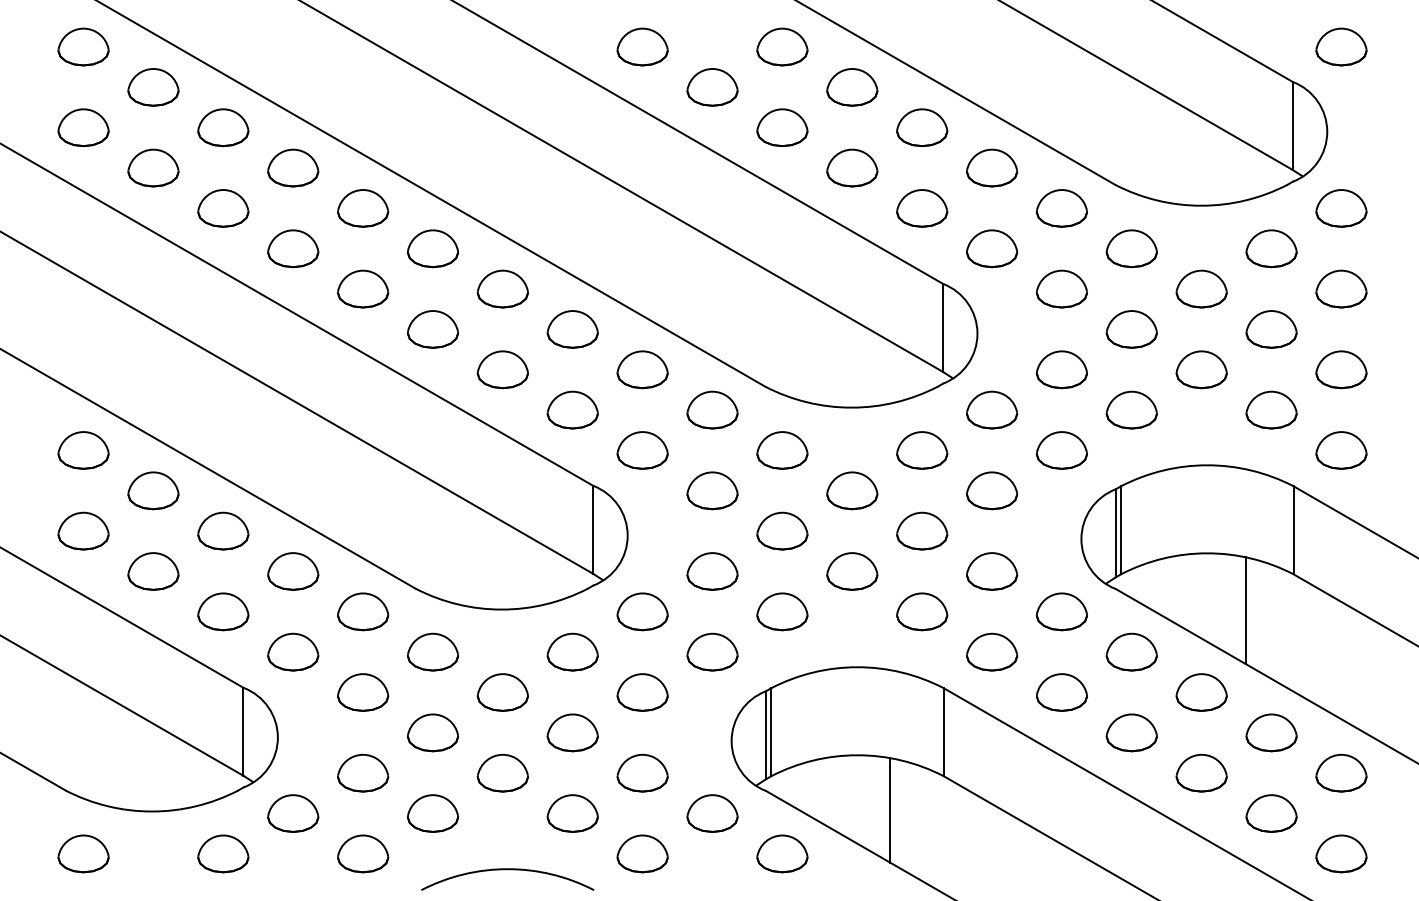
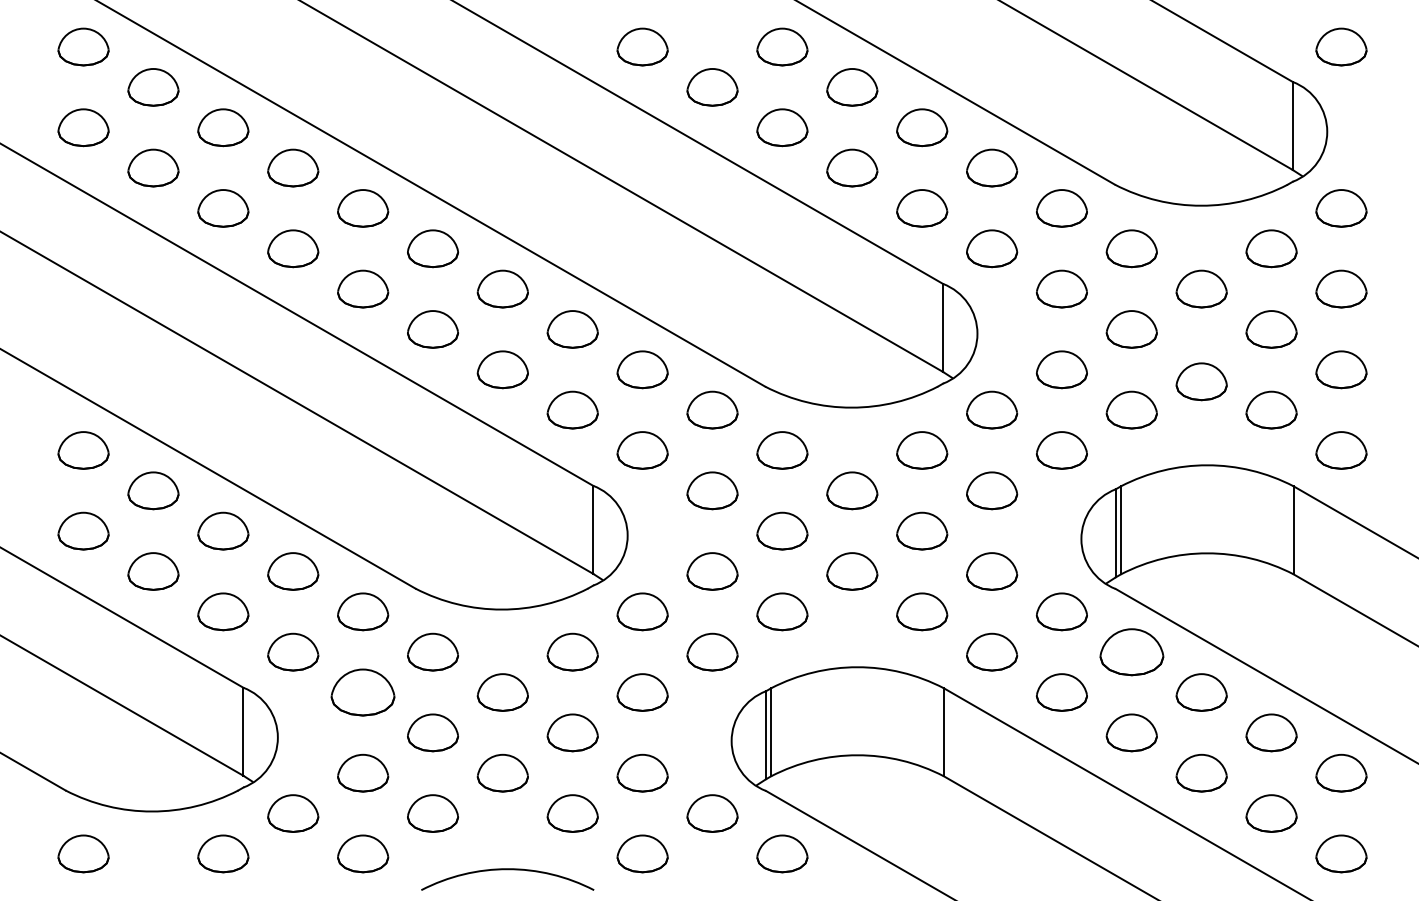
part at (1201, 369) position: (1201, 369) -> (1201, 381)
line at (1246, 610): present -> none
part at (1131, 651) size: 53x40 px -> 66x49 px
part at (363, 692) size: 53x39 px -> 66x49 px
line at (890, 810): present -> none
